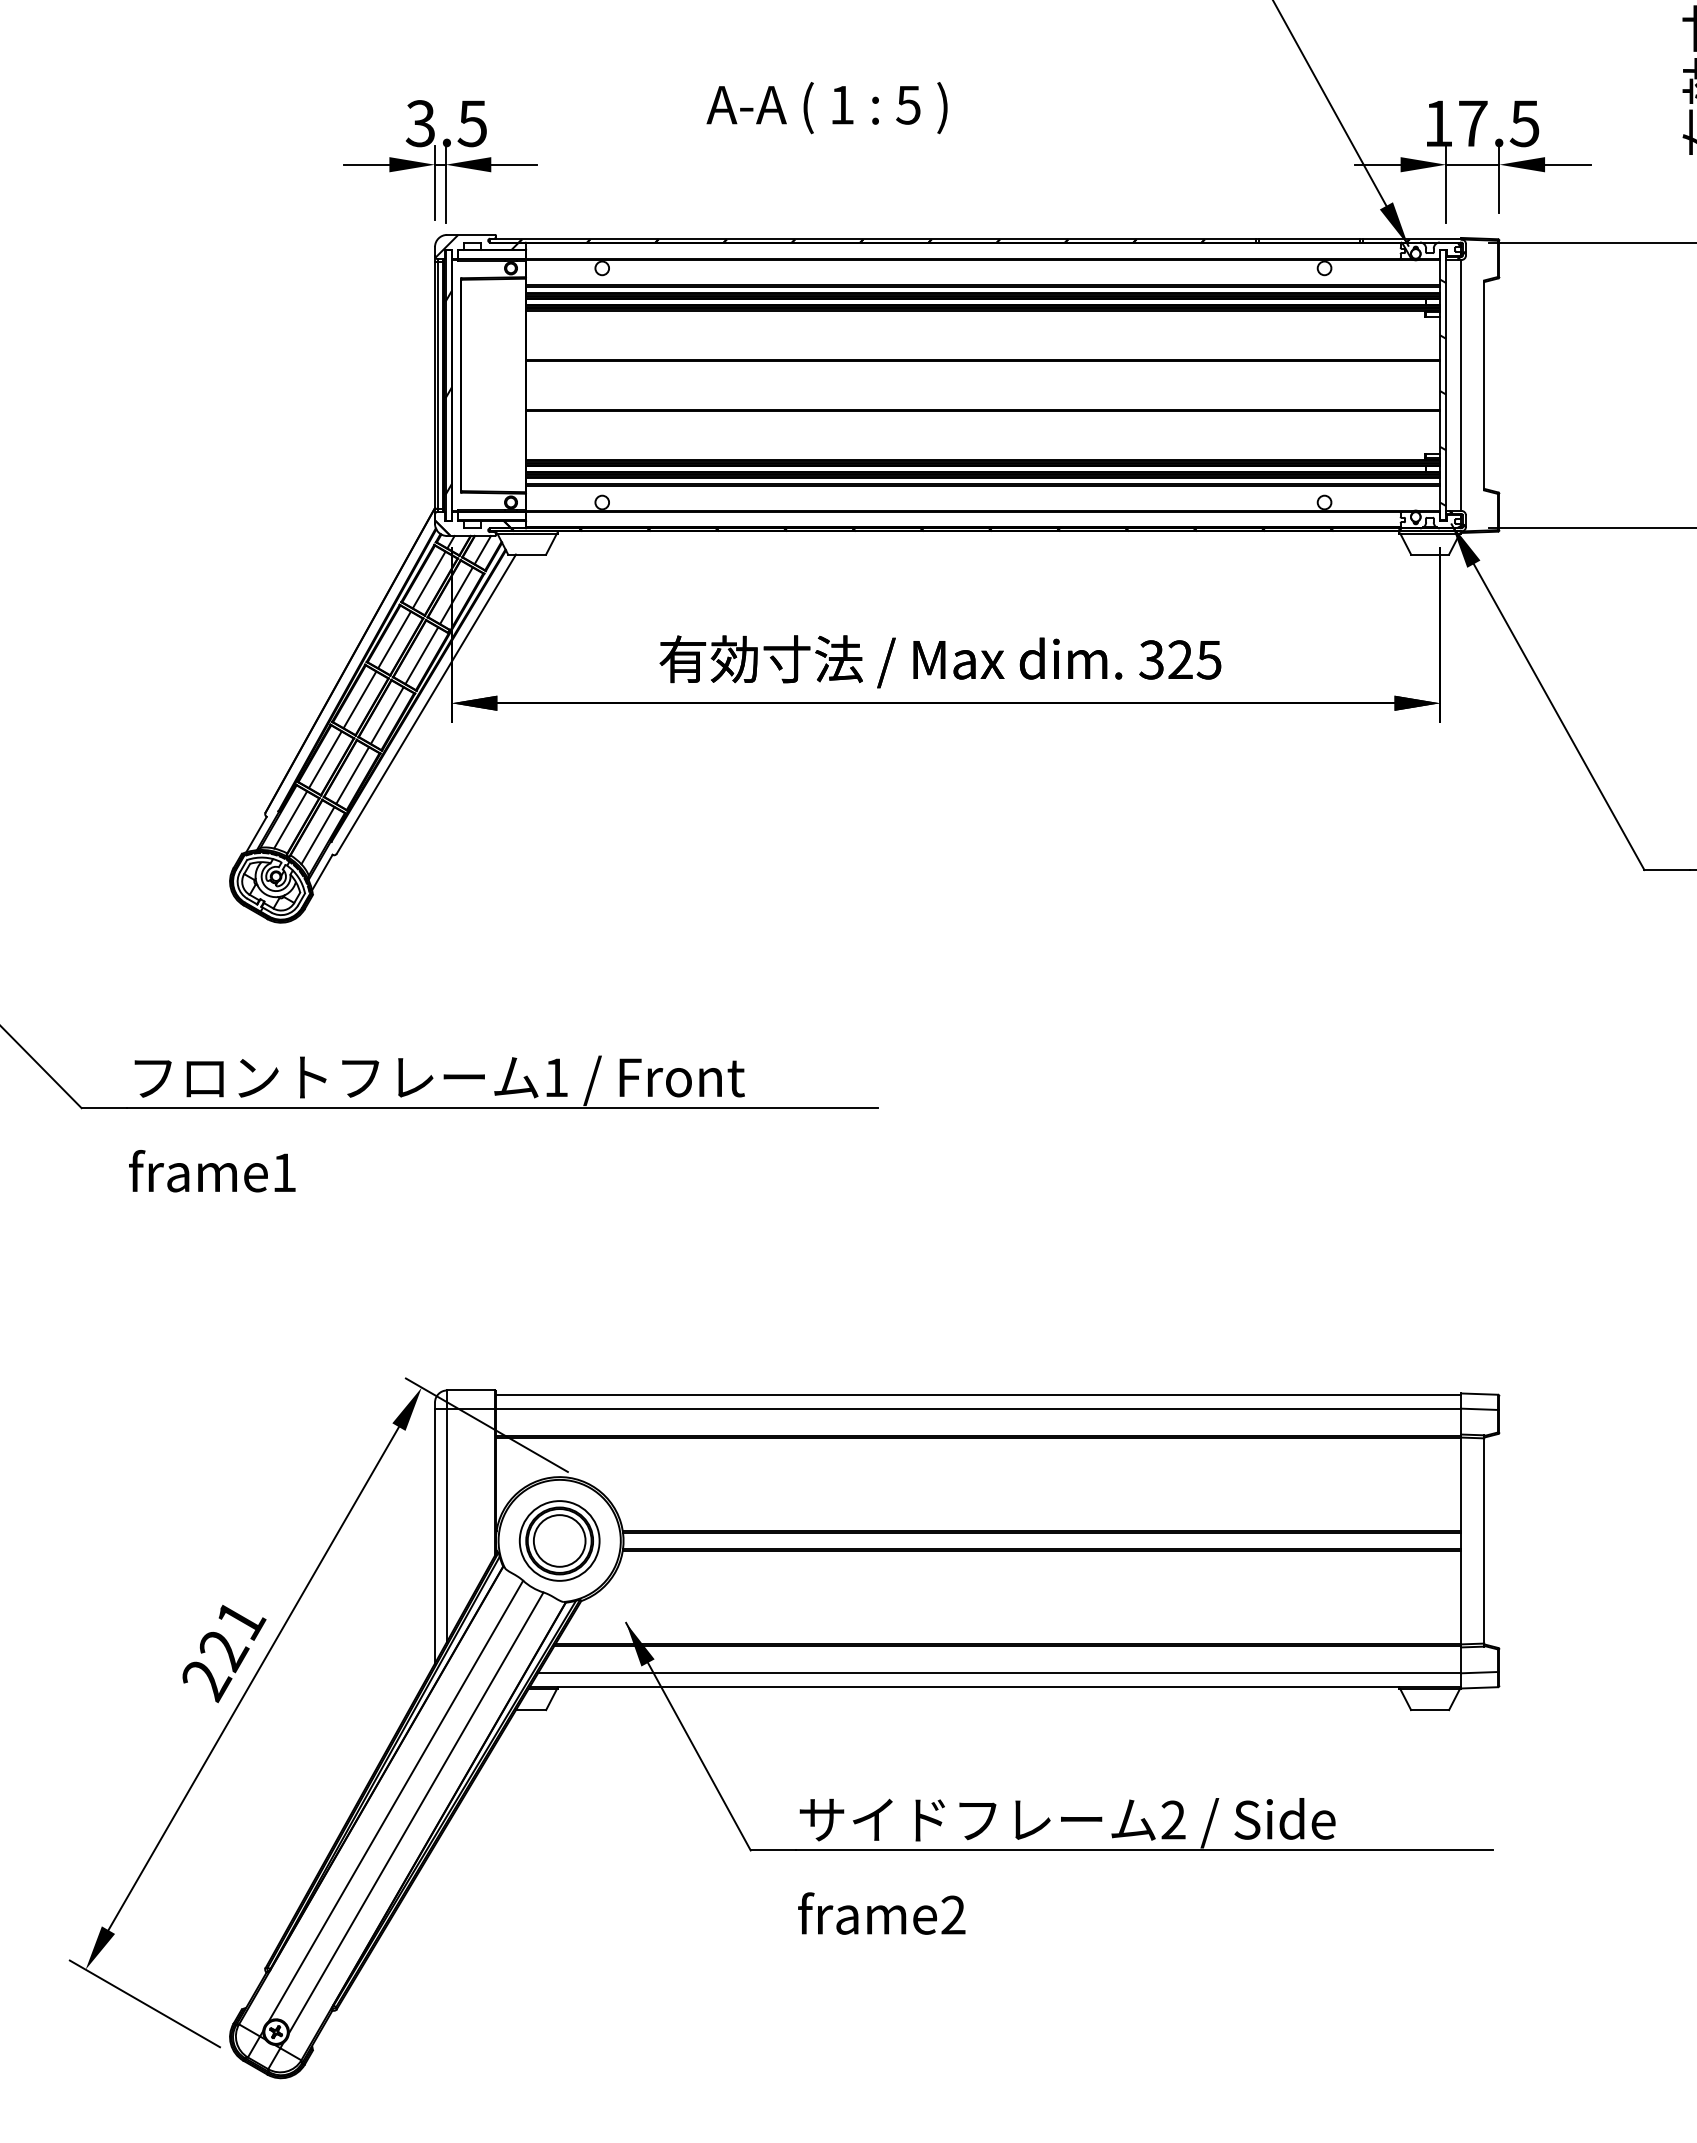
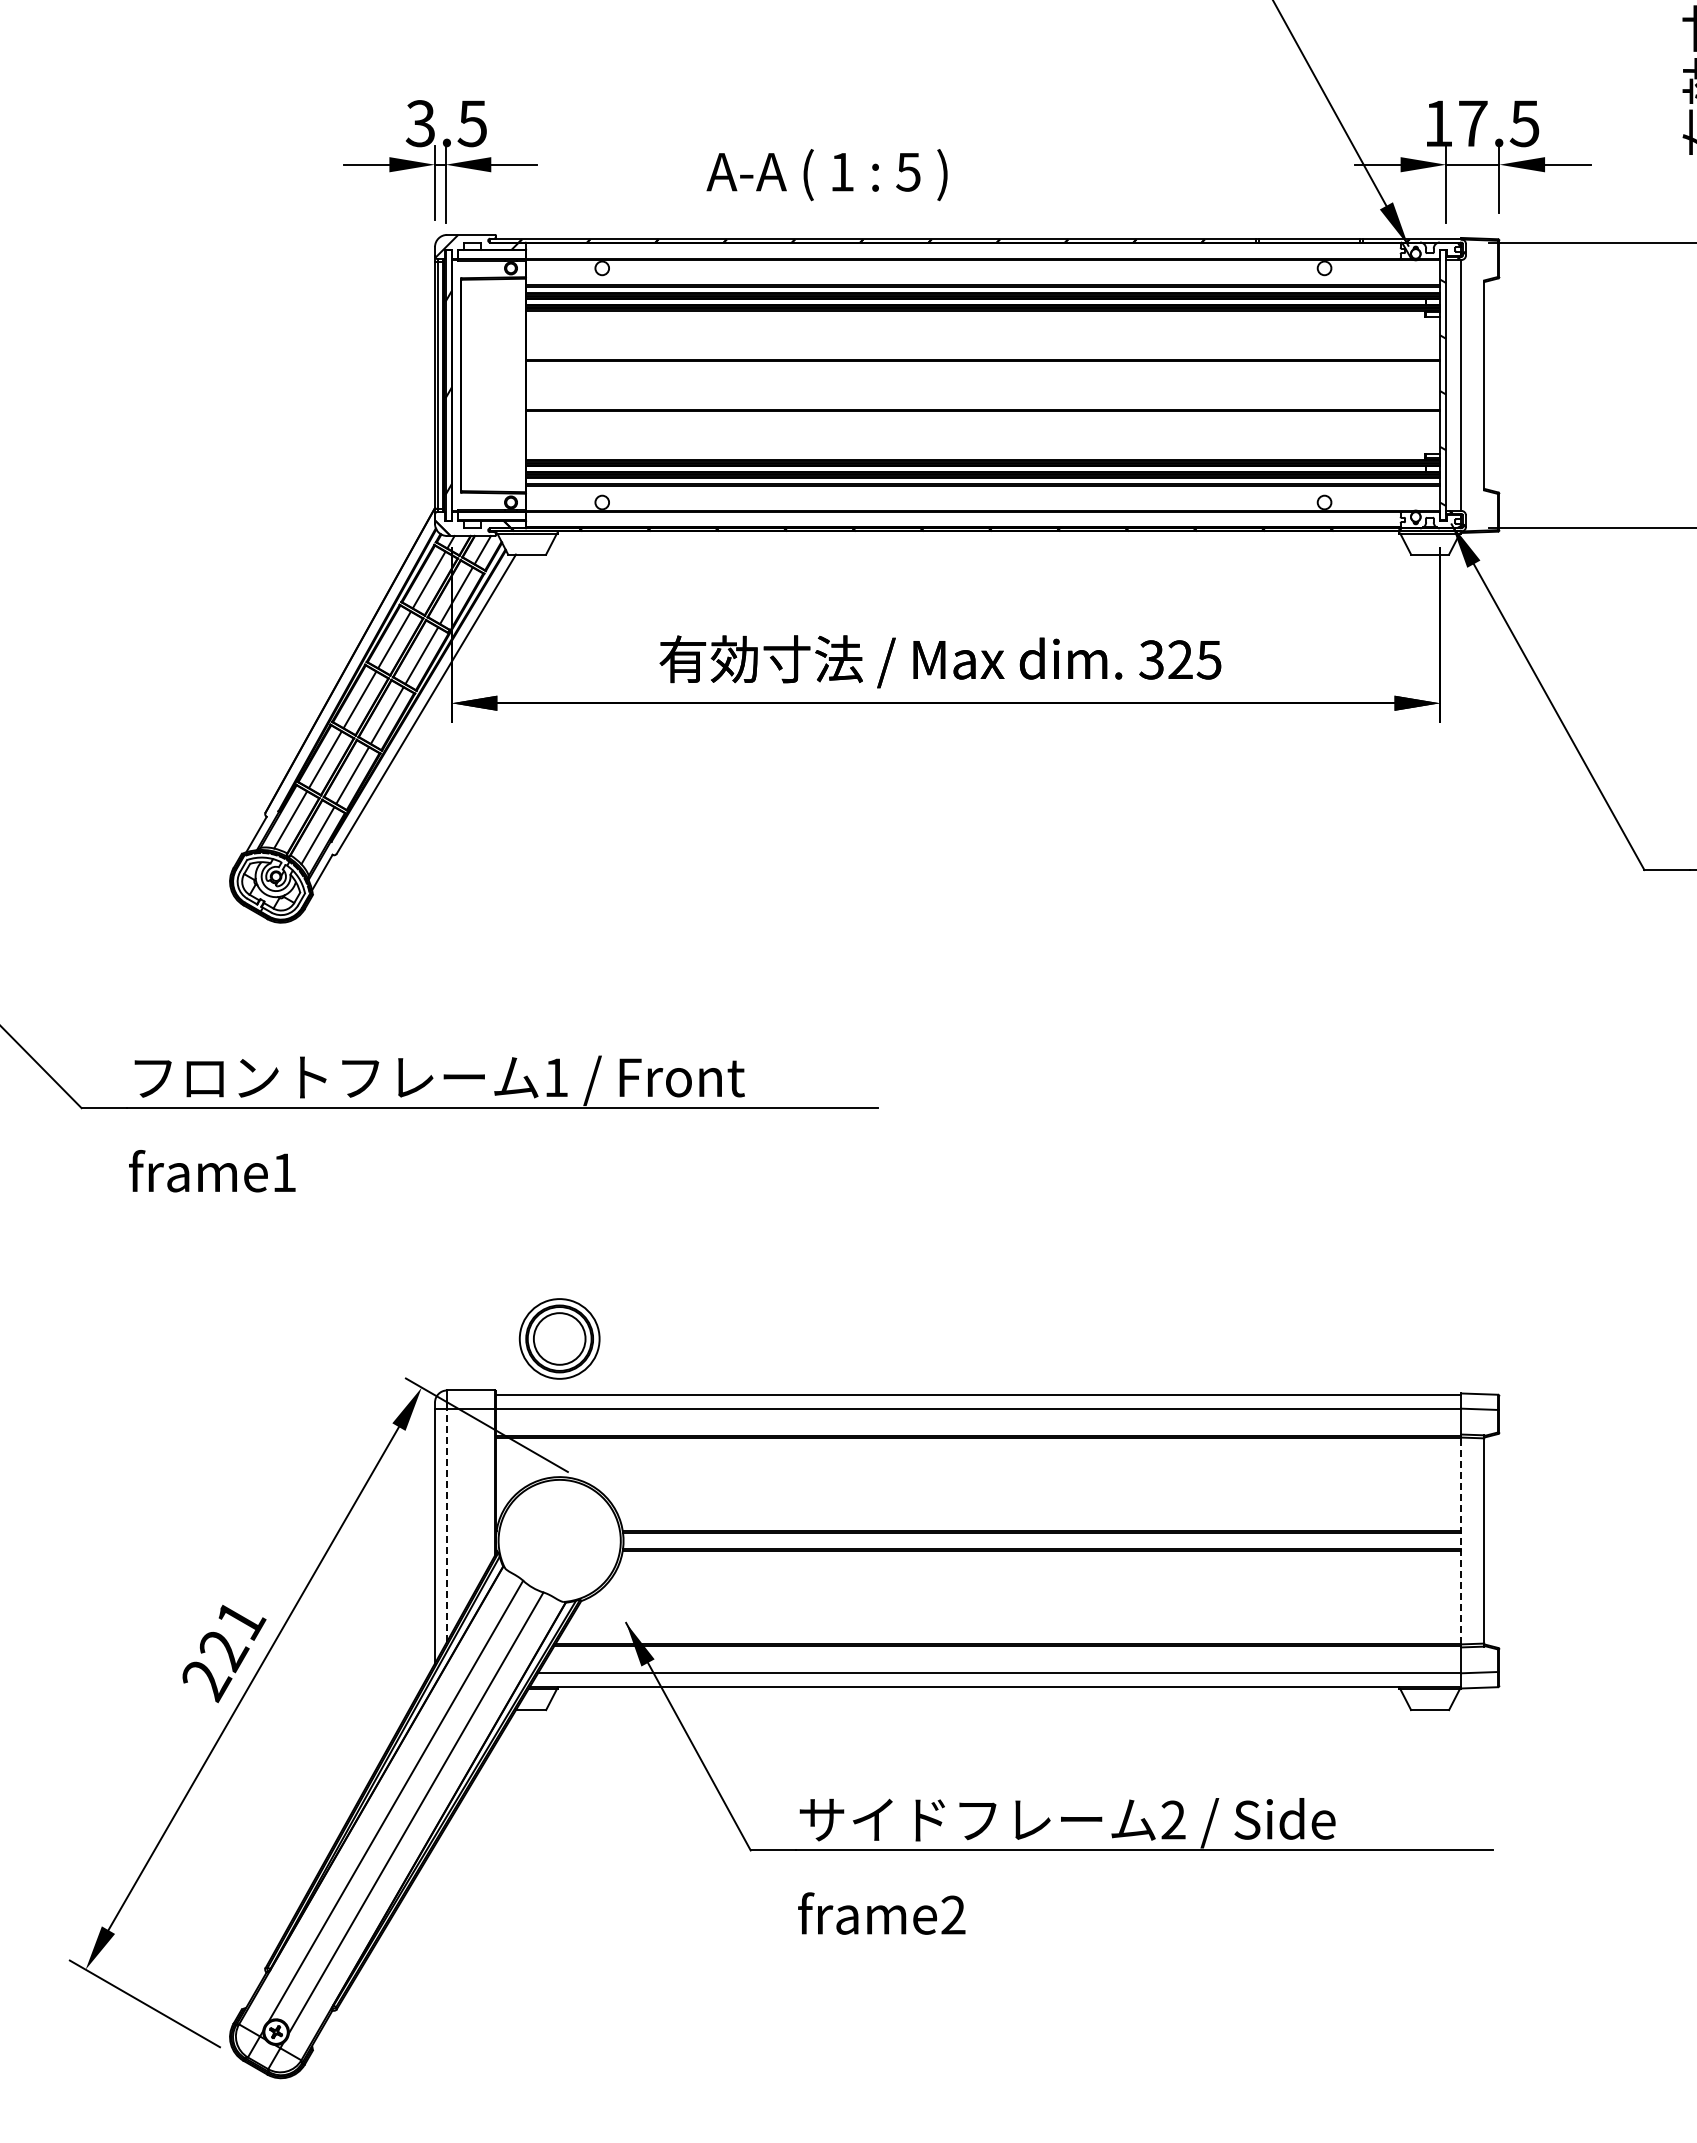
text at (826, 108) position: (826, 108) -> (826, 175)
line at (447, 1524): solid -> dashed
part at (559, 1540) position: (559, 1540) -> (559, 1338)
line at (1461, 1540): solid -> dashed
